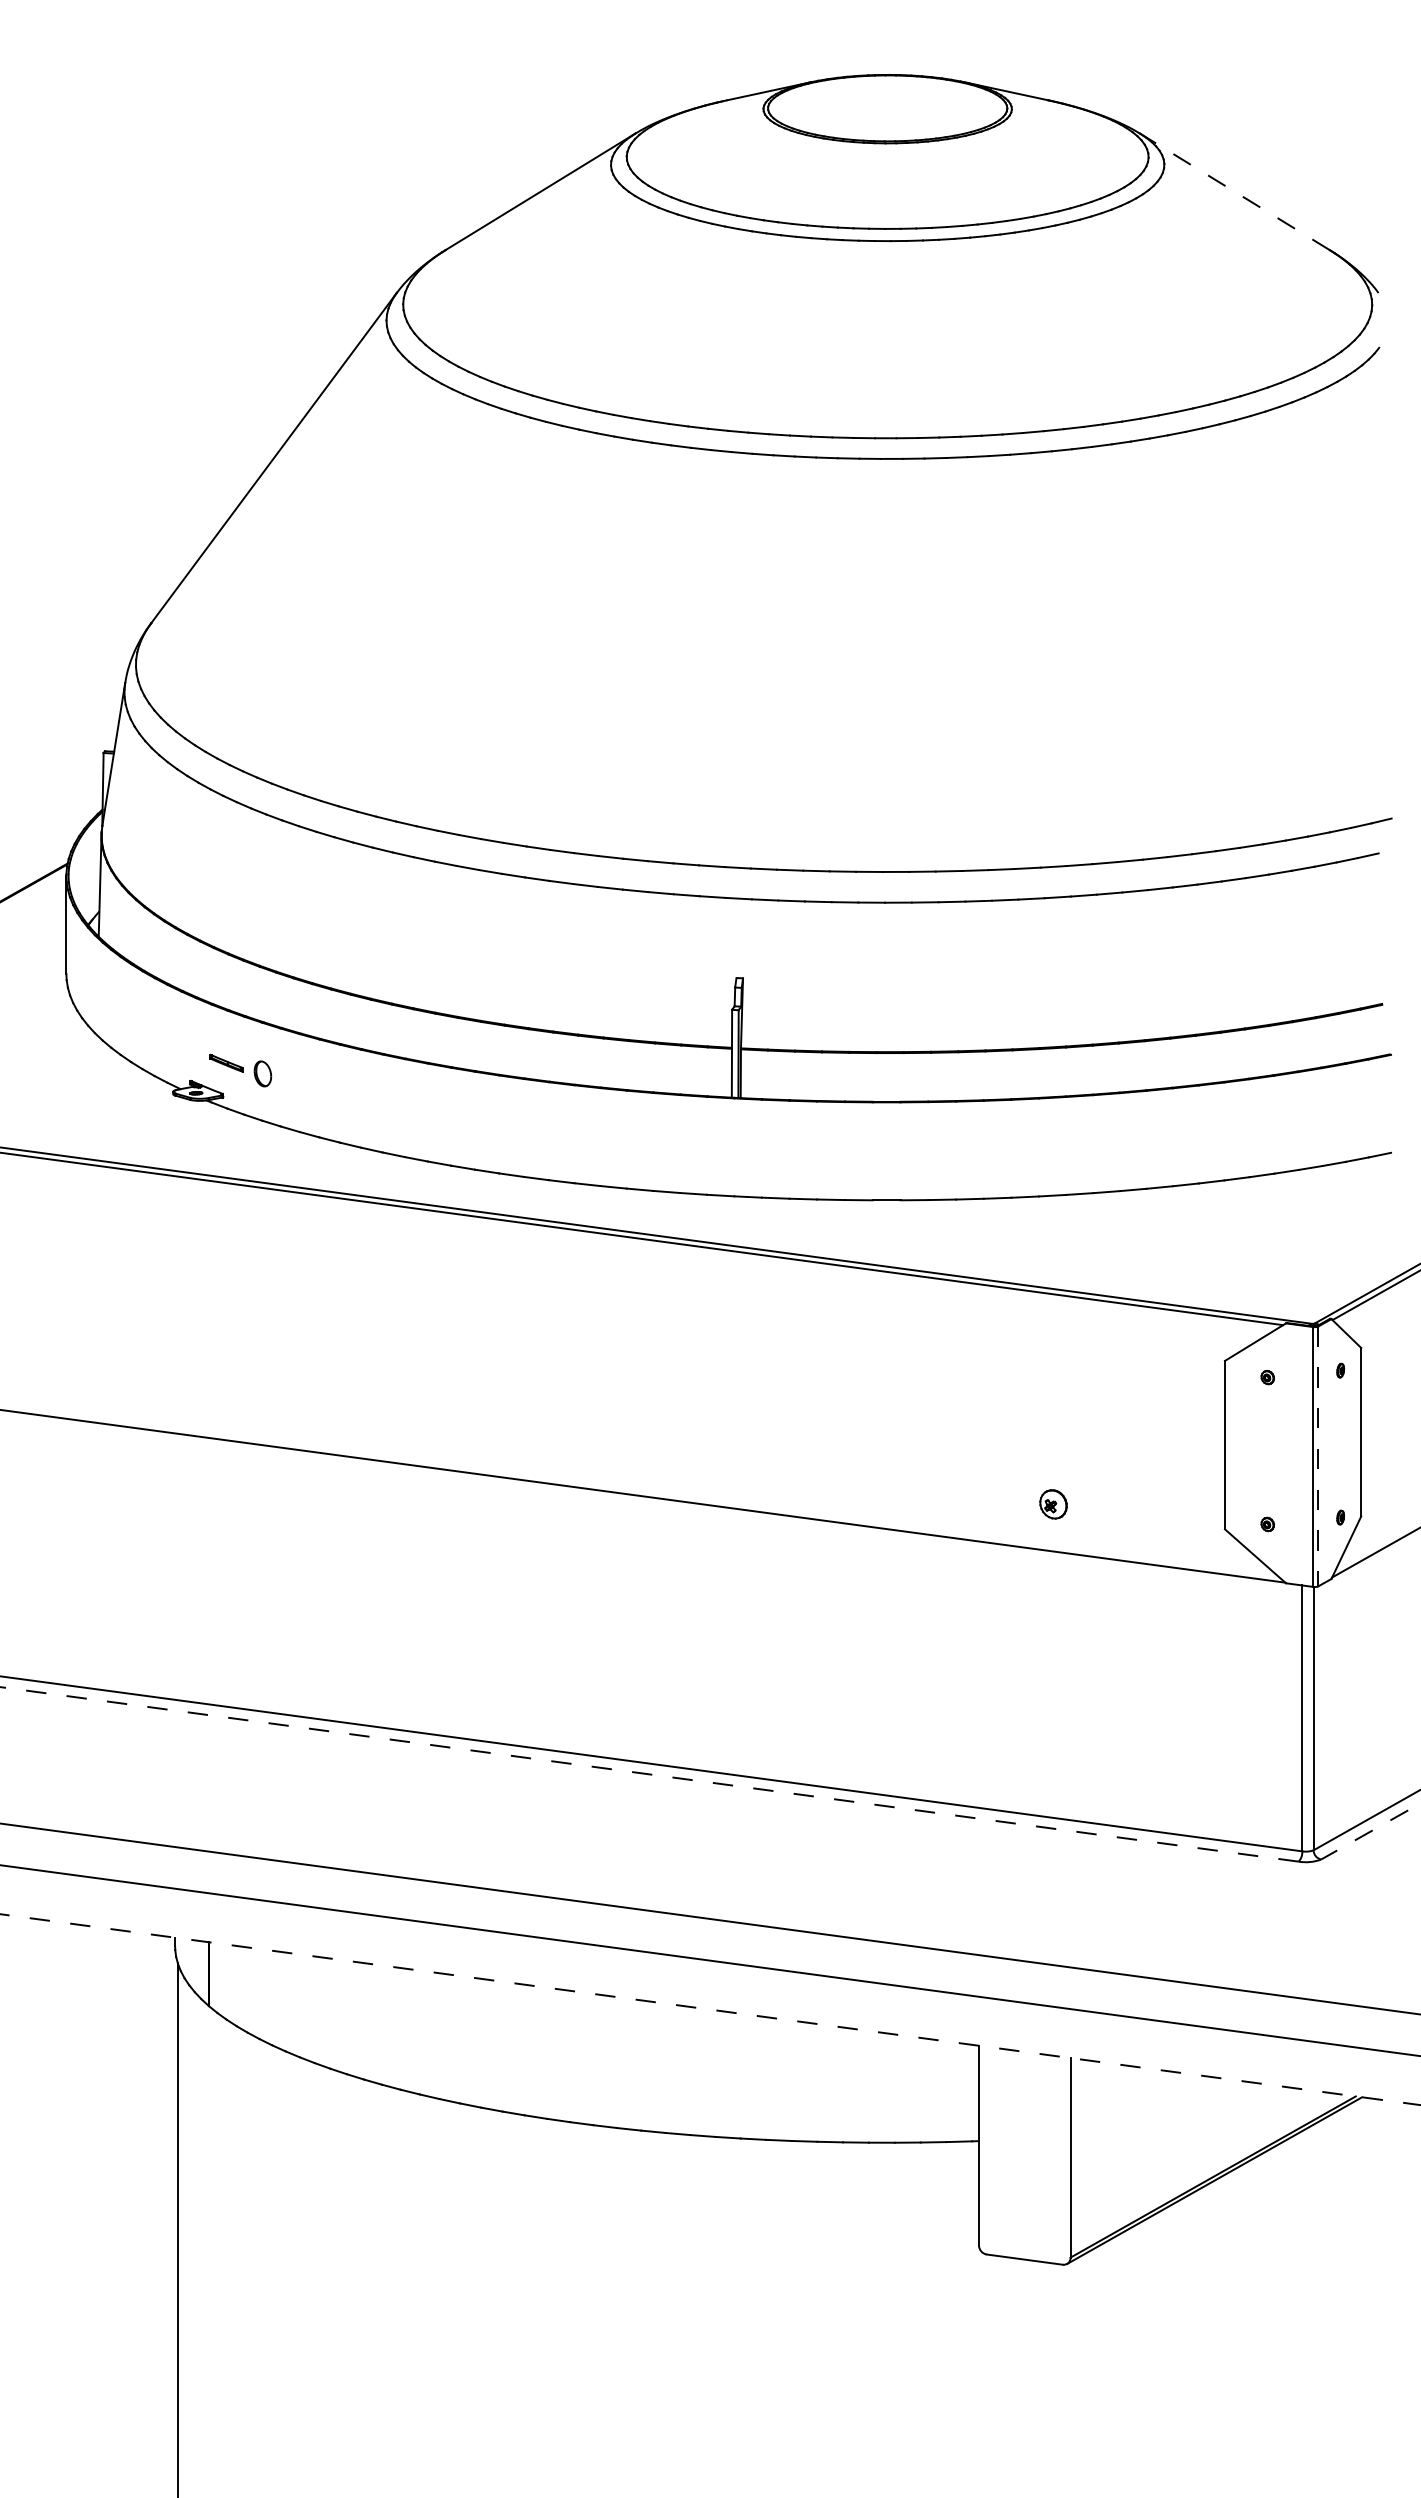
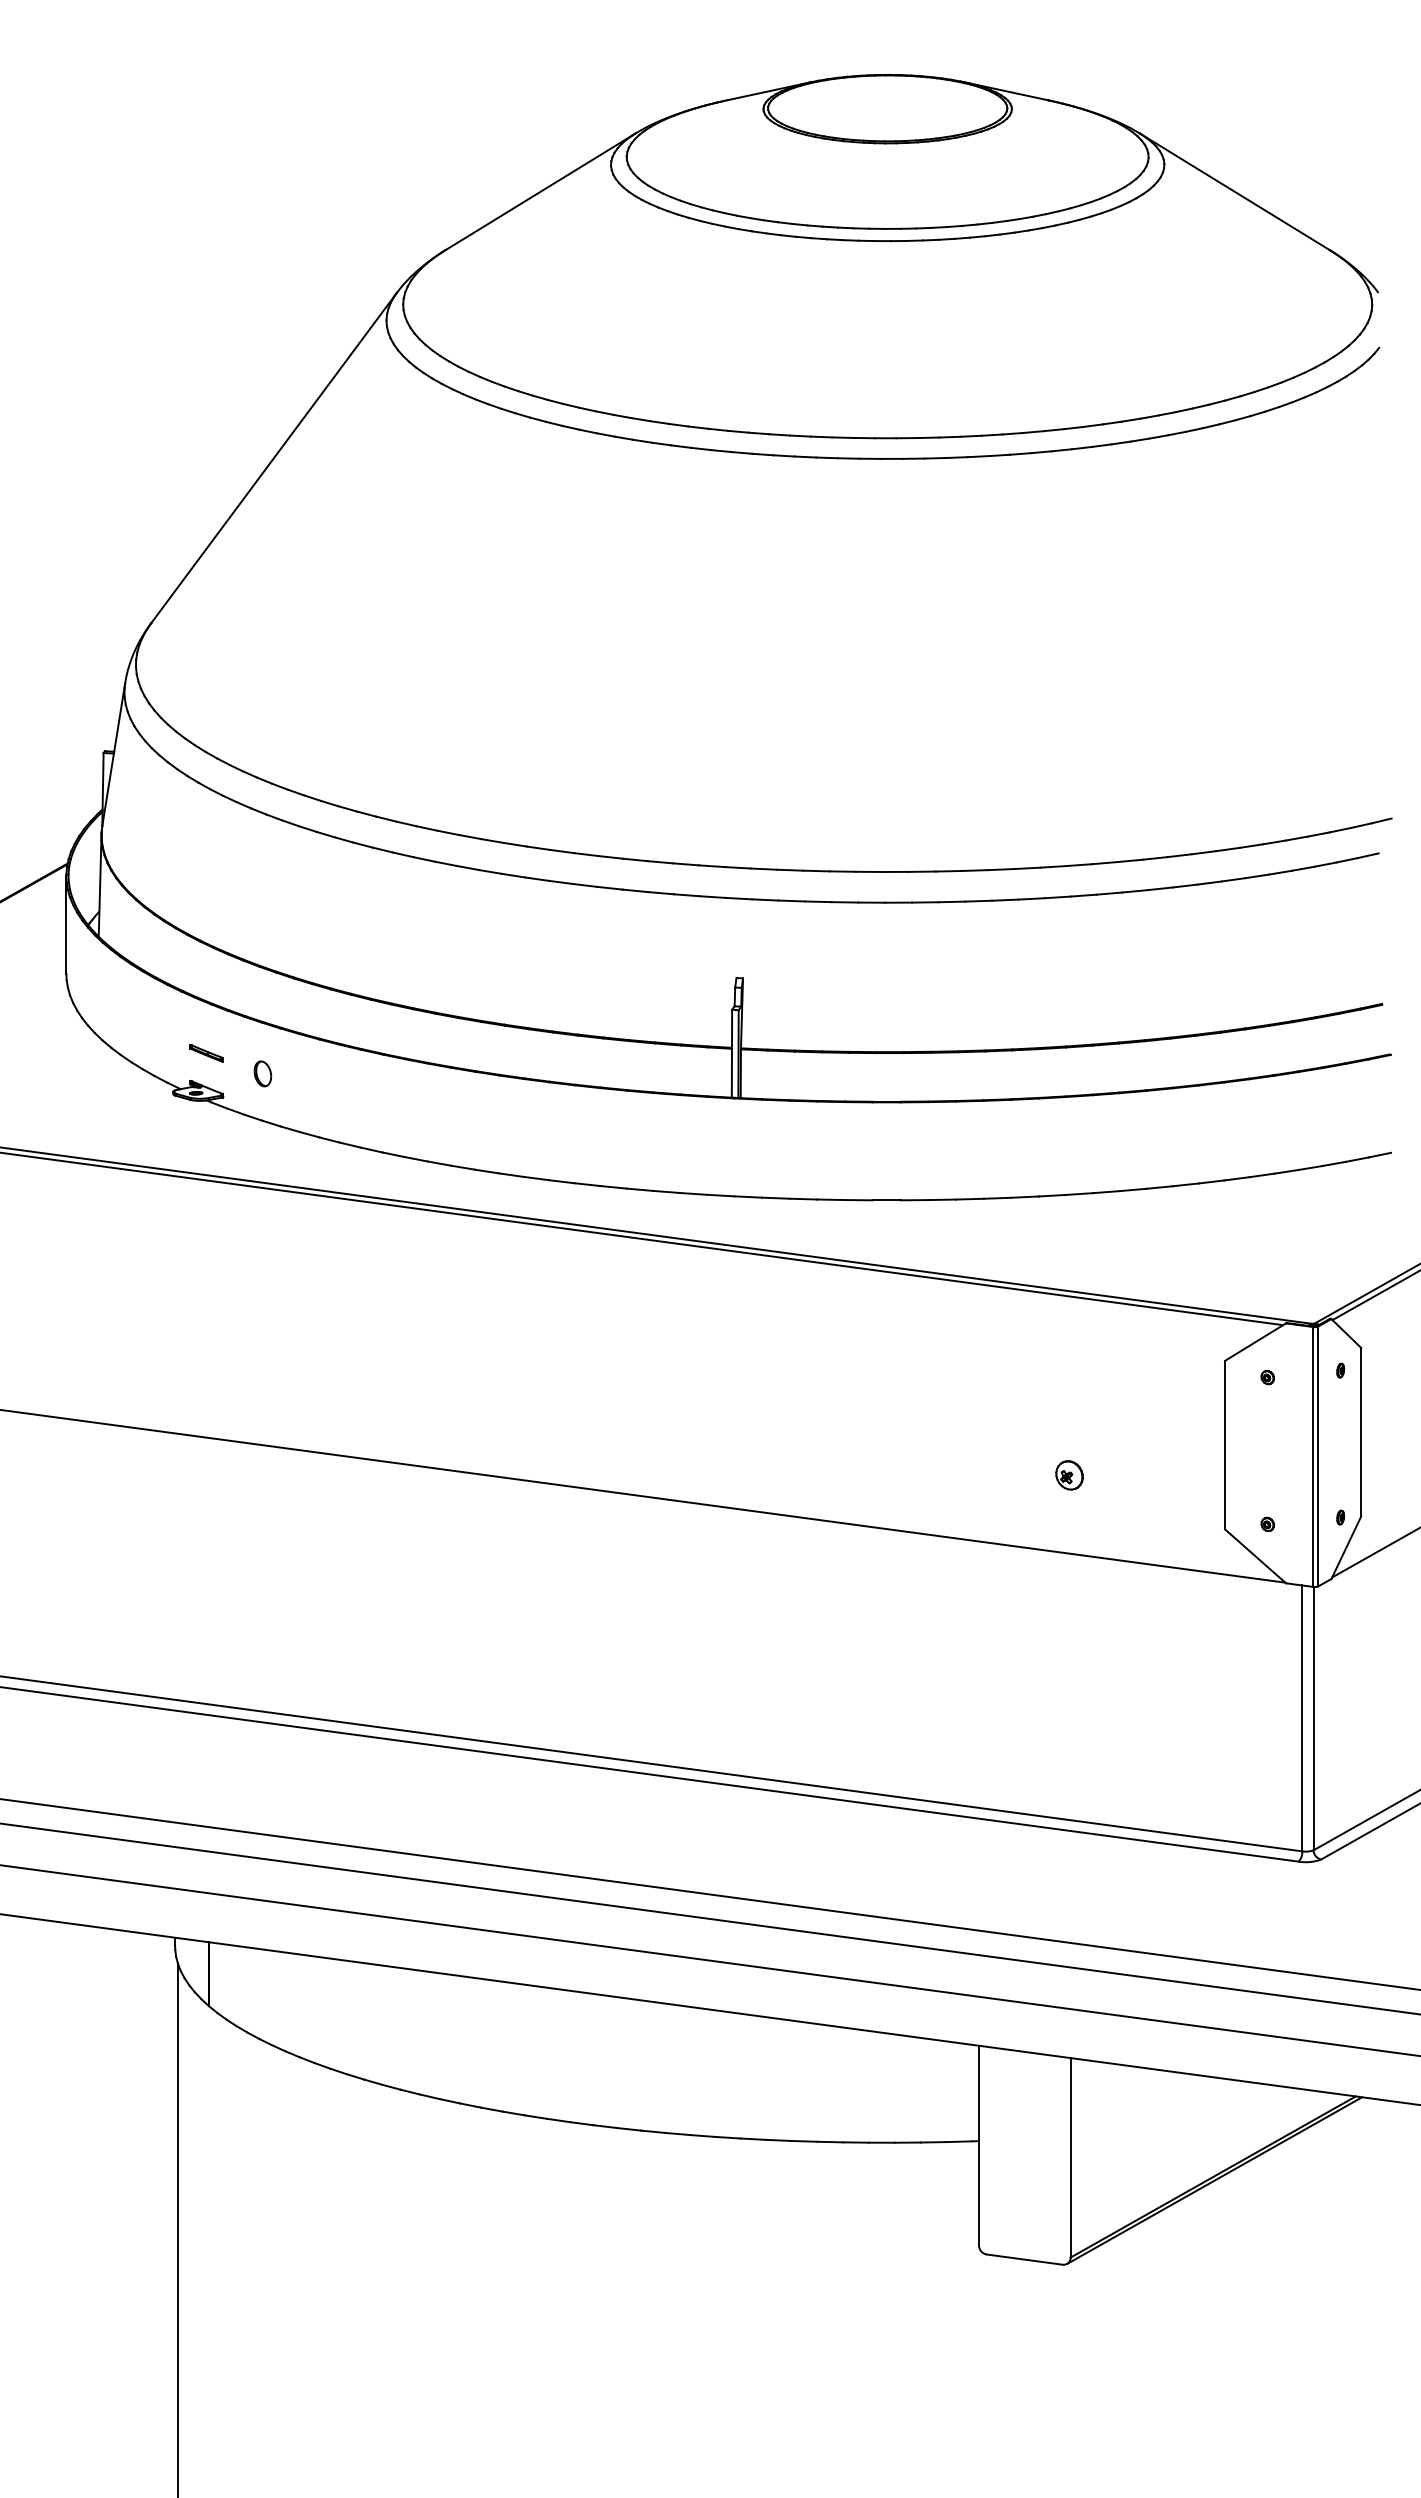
line at (1234, 191): dashed -> solid
part at (226, 1063) position: (226, 1063) -> (206, 1053)
line at (1318, 1456): dashed -> solid
part at (1053, 1504) position: (1053, 1504) -> (1069, 1475)
line at (649, 1774): dashed -> solid
line at (1370, 1831): dashed -> solid
line at (709, 1894): none -> present
line at (710, 2009): dashed -> solid
